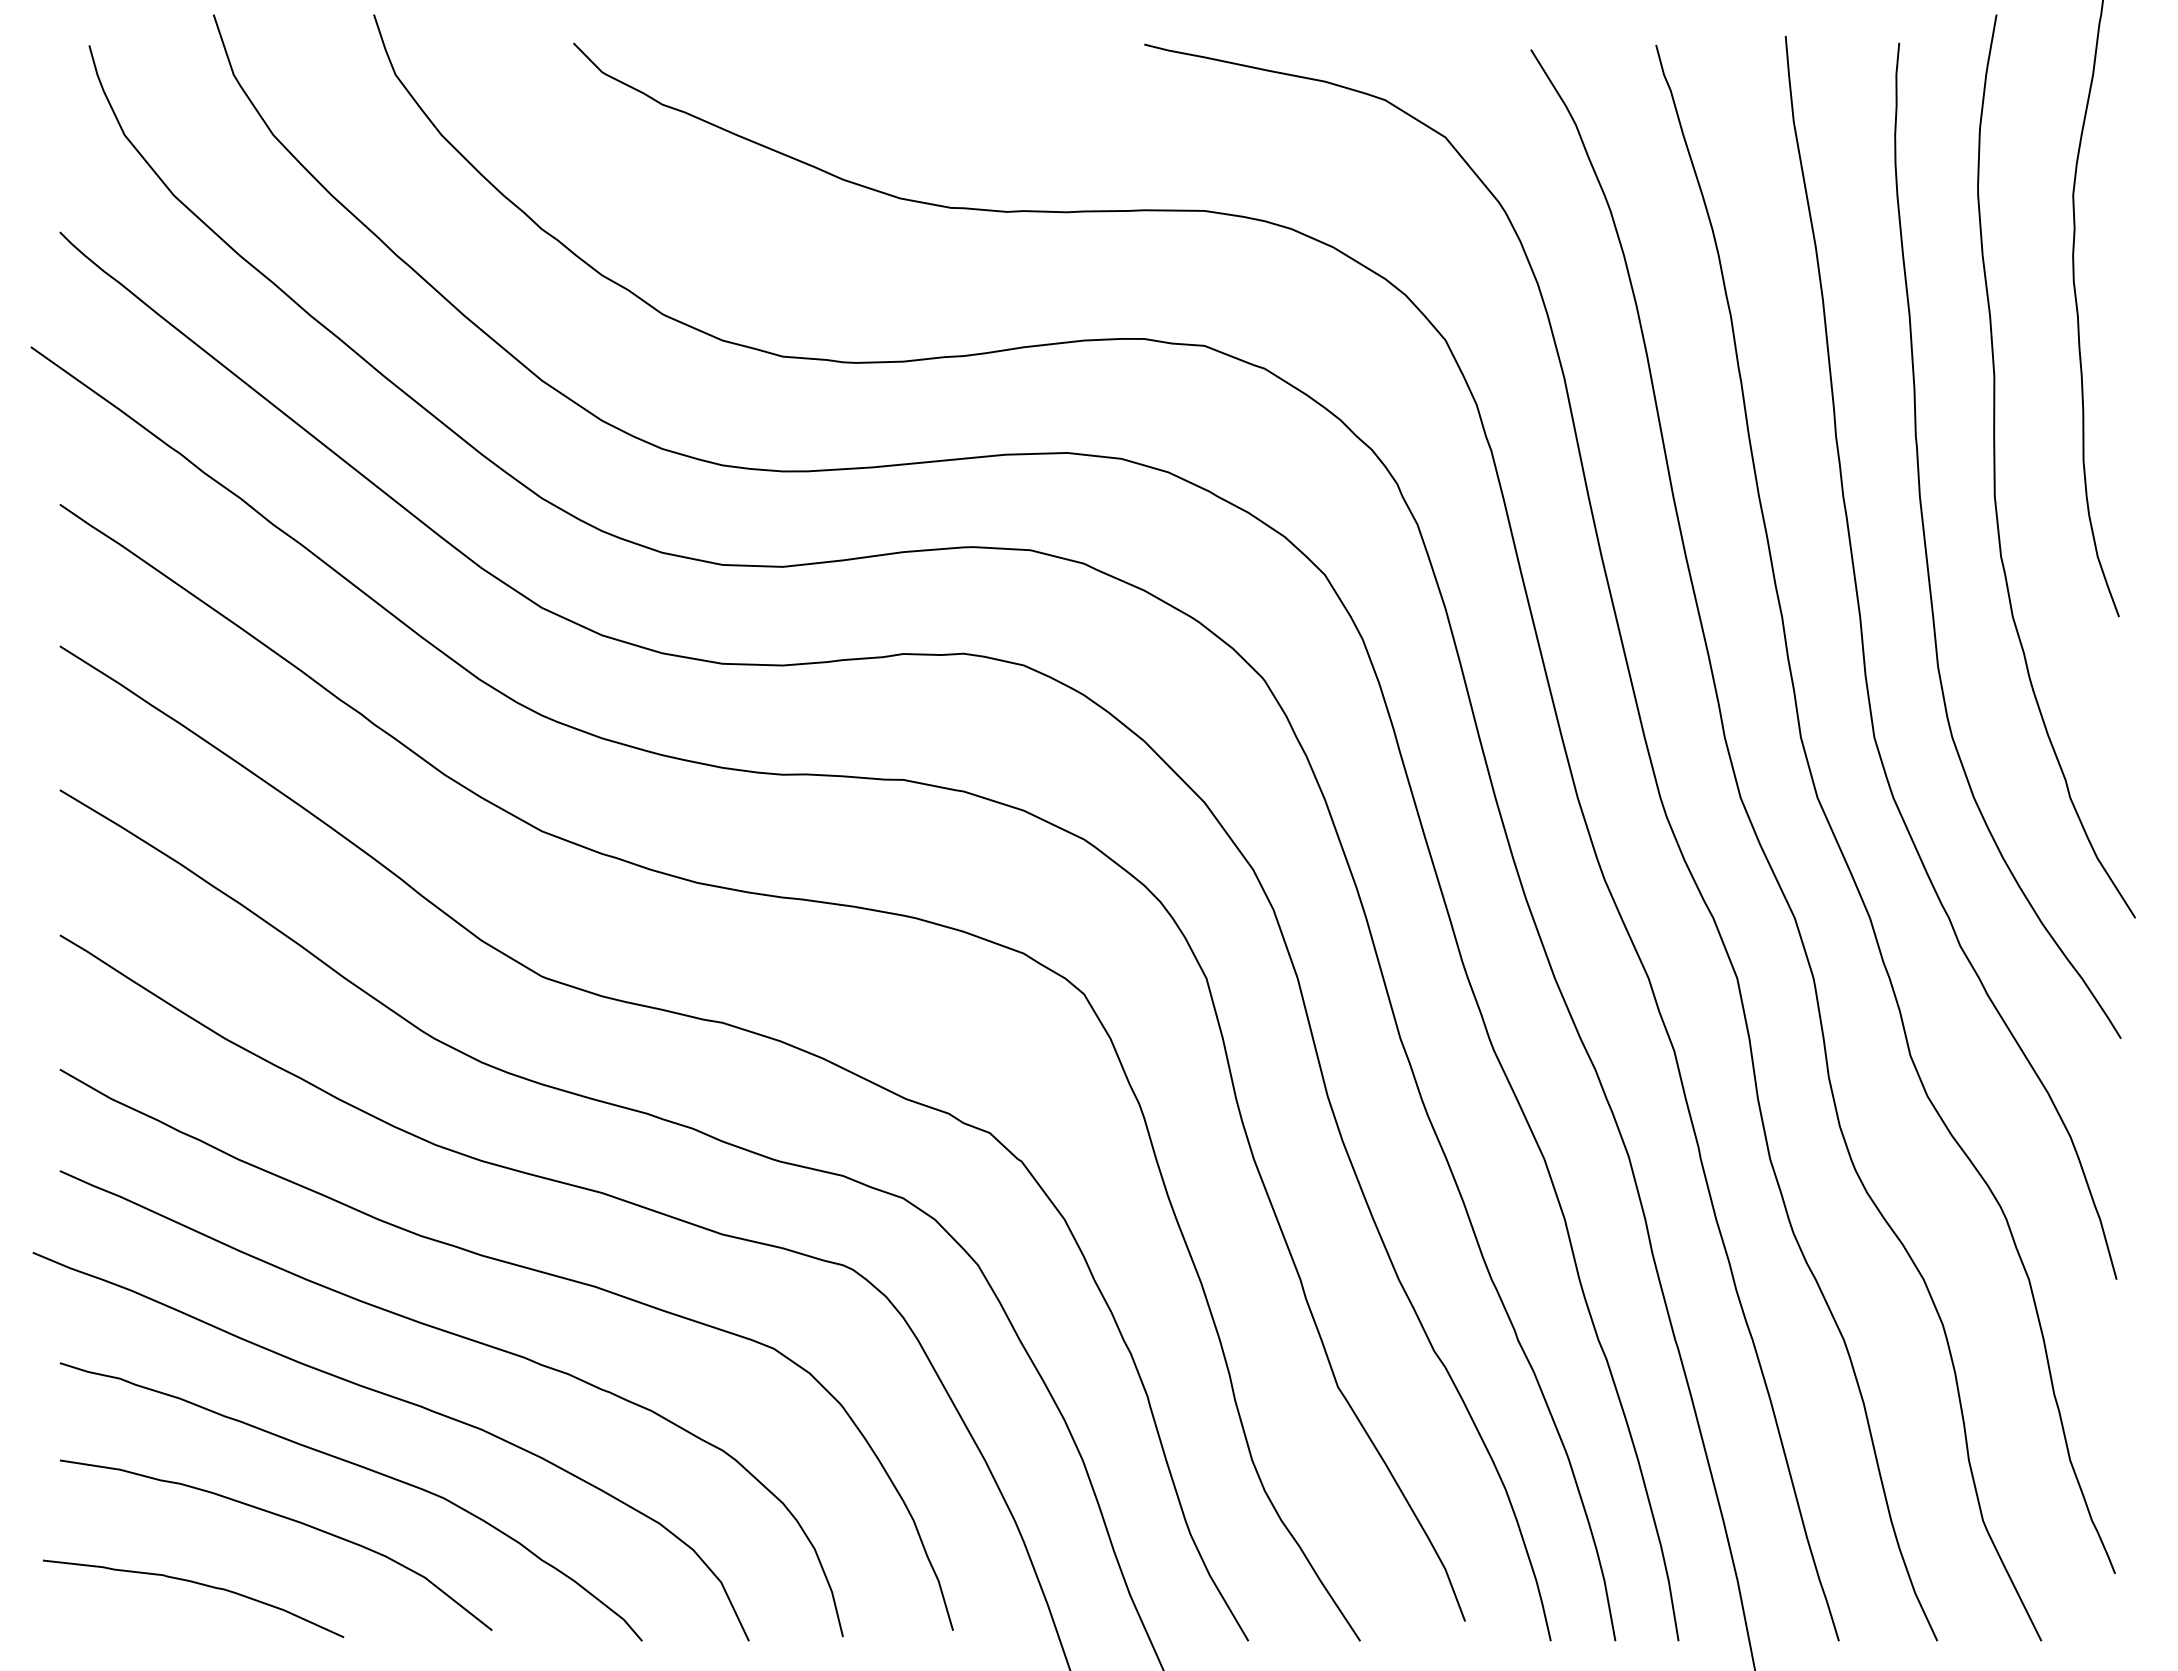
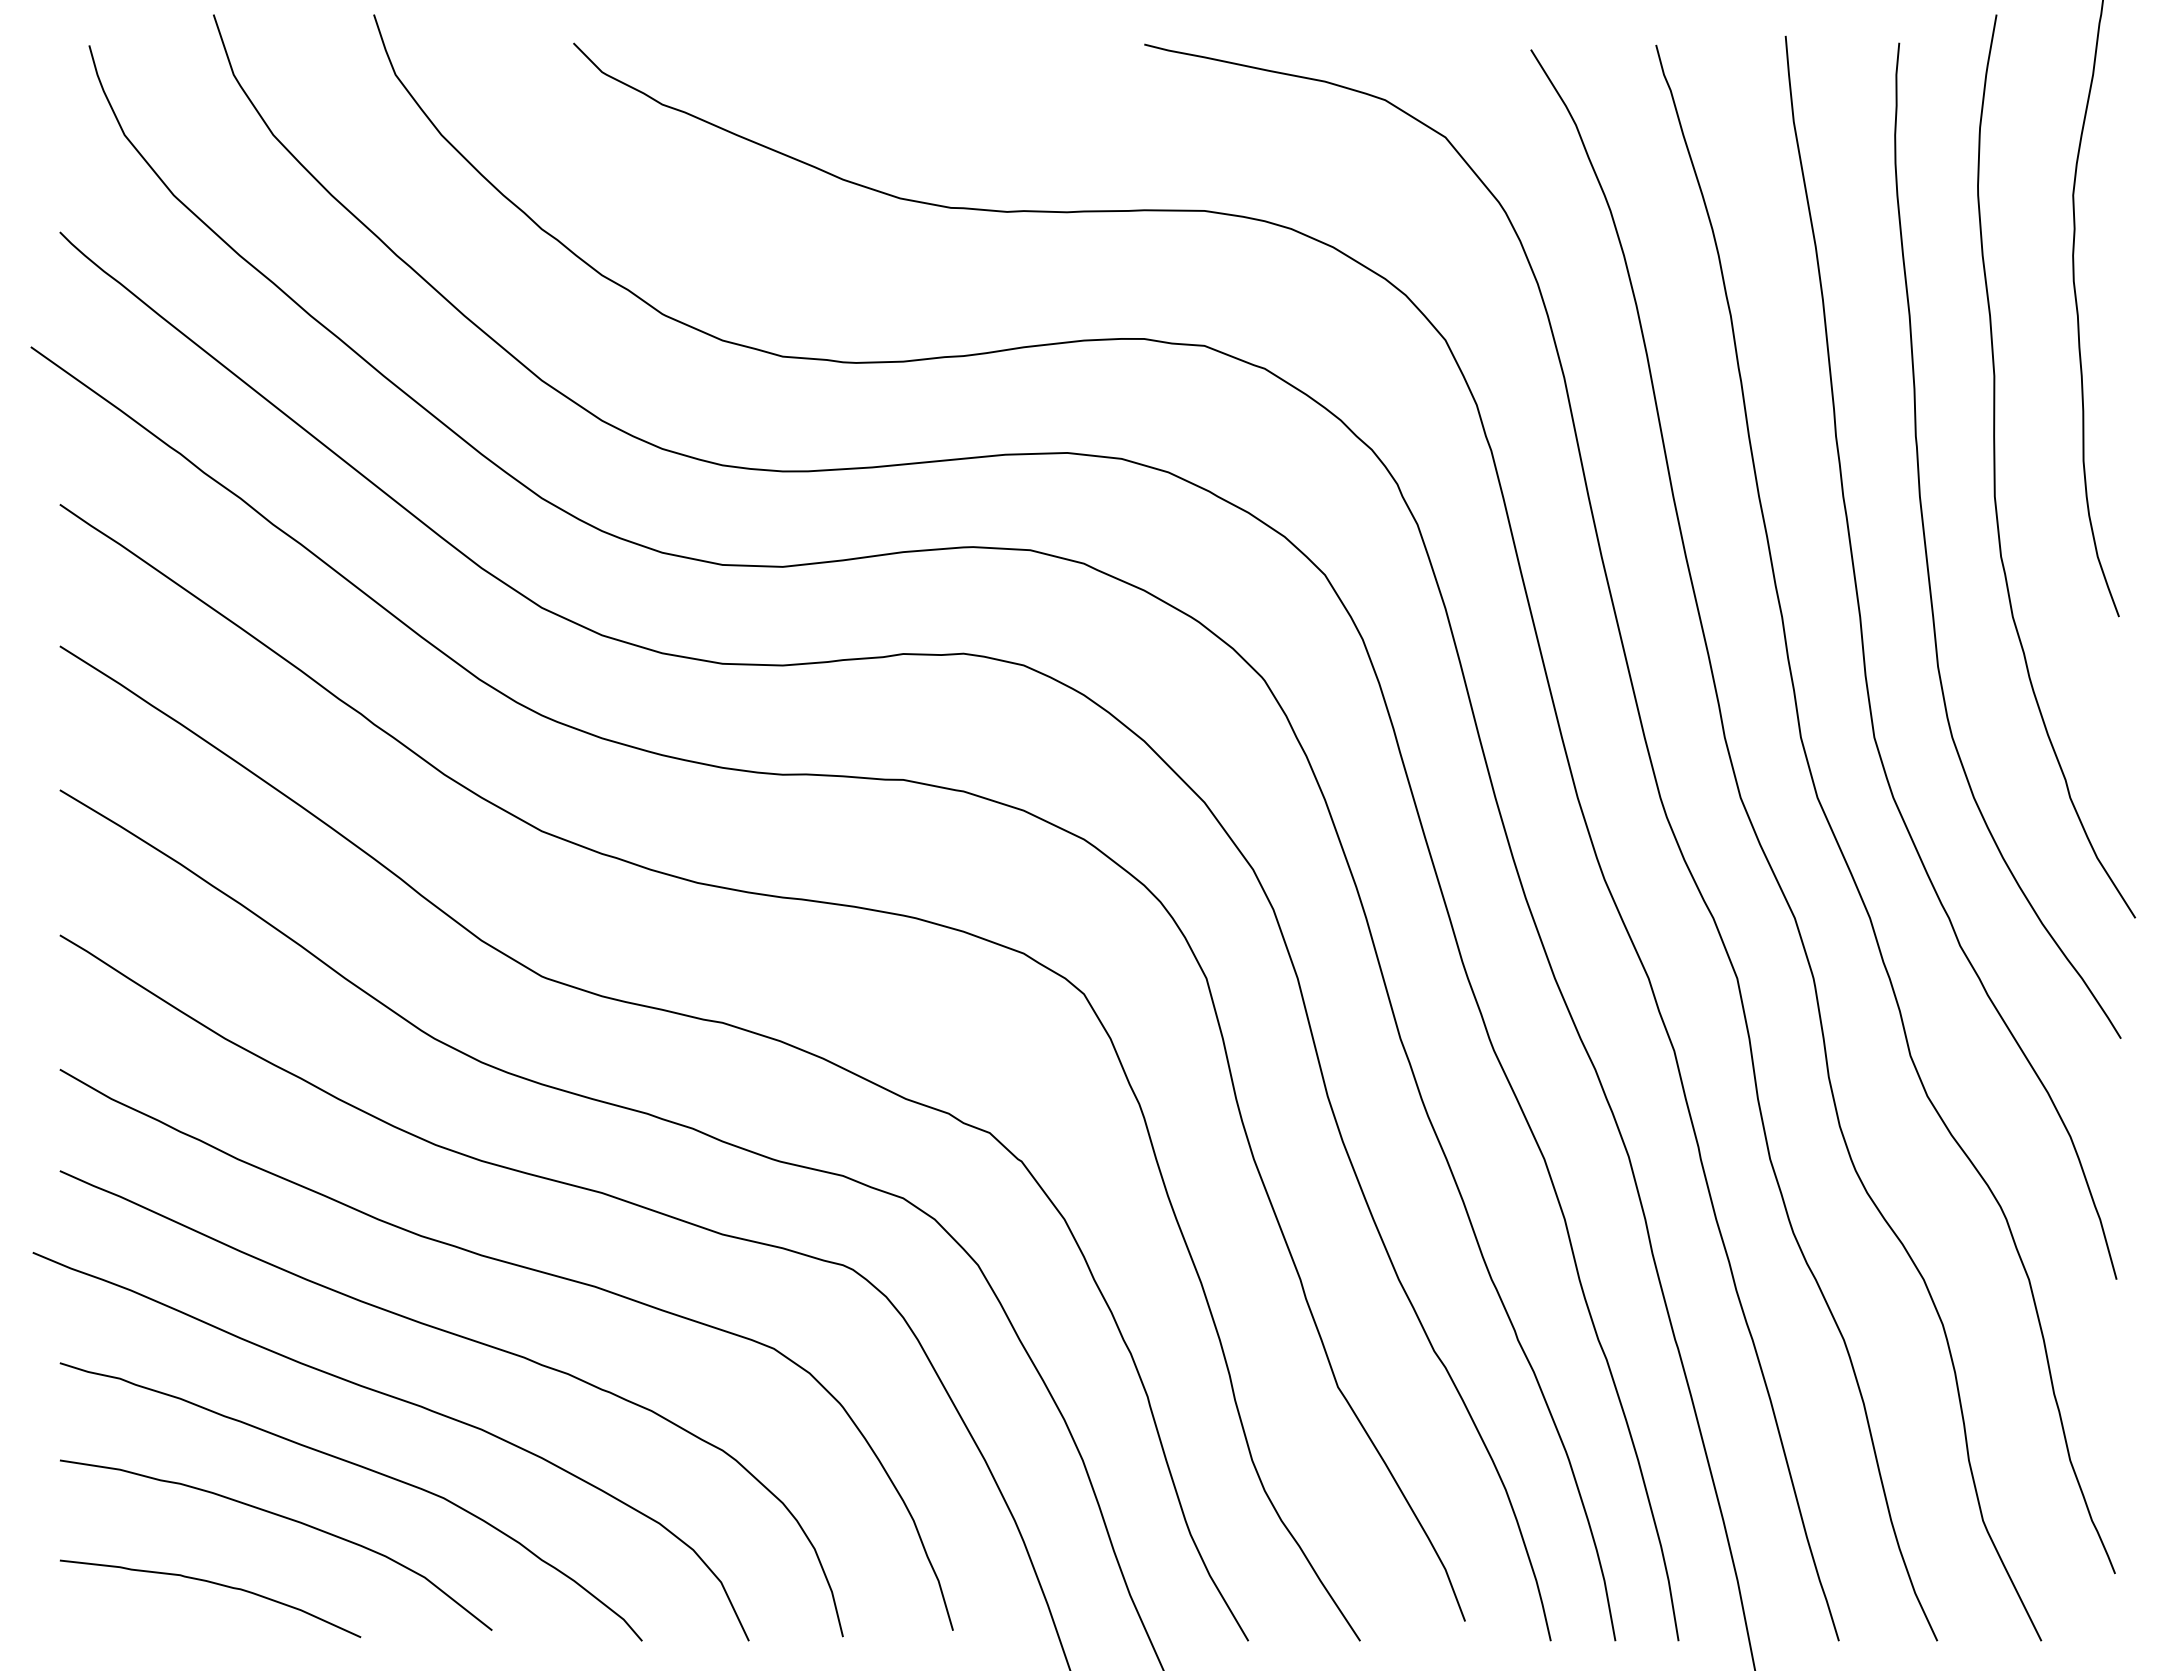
curve at (198, 1584) position: (198, 1584) -> (215, 1584)
